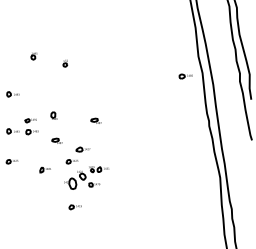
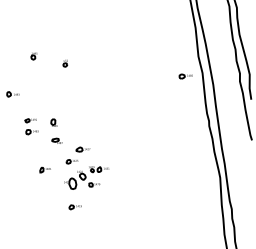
part at (53, 115) position: (53, 115) -> (53, 122)
part at (95, 120): present -> none
part at (12, 131): present -> none
part at (11, 161): present -> none
